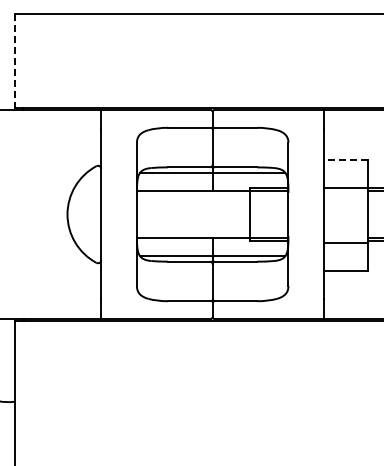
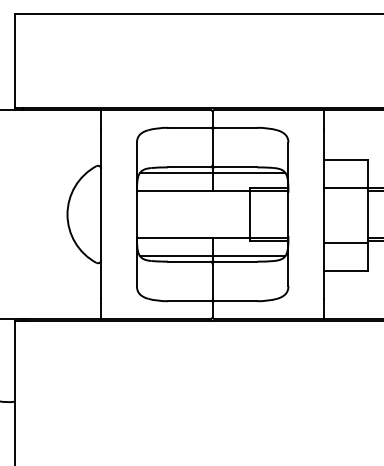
line at (14, 61): dashed -> solid
line at (345, 159): dashed -> solid
